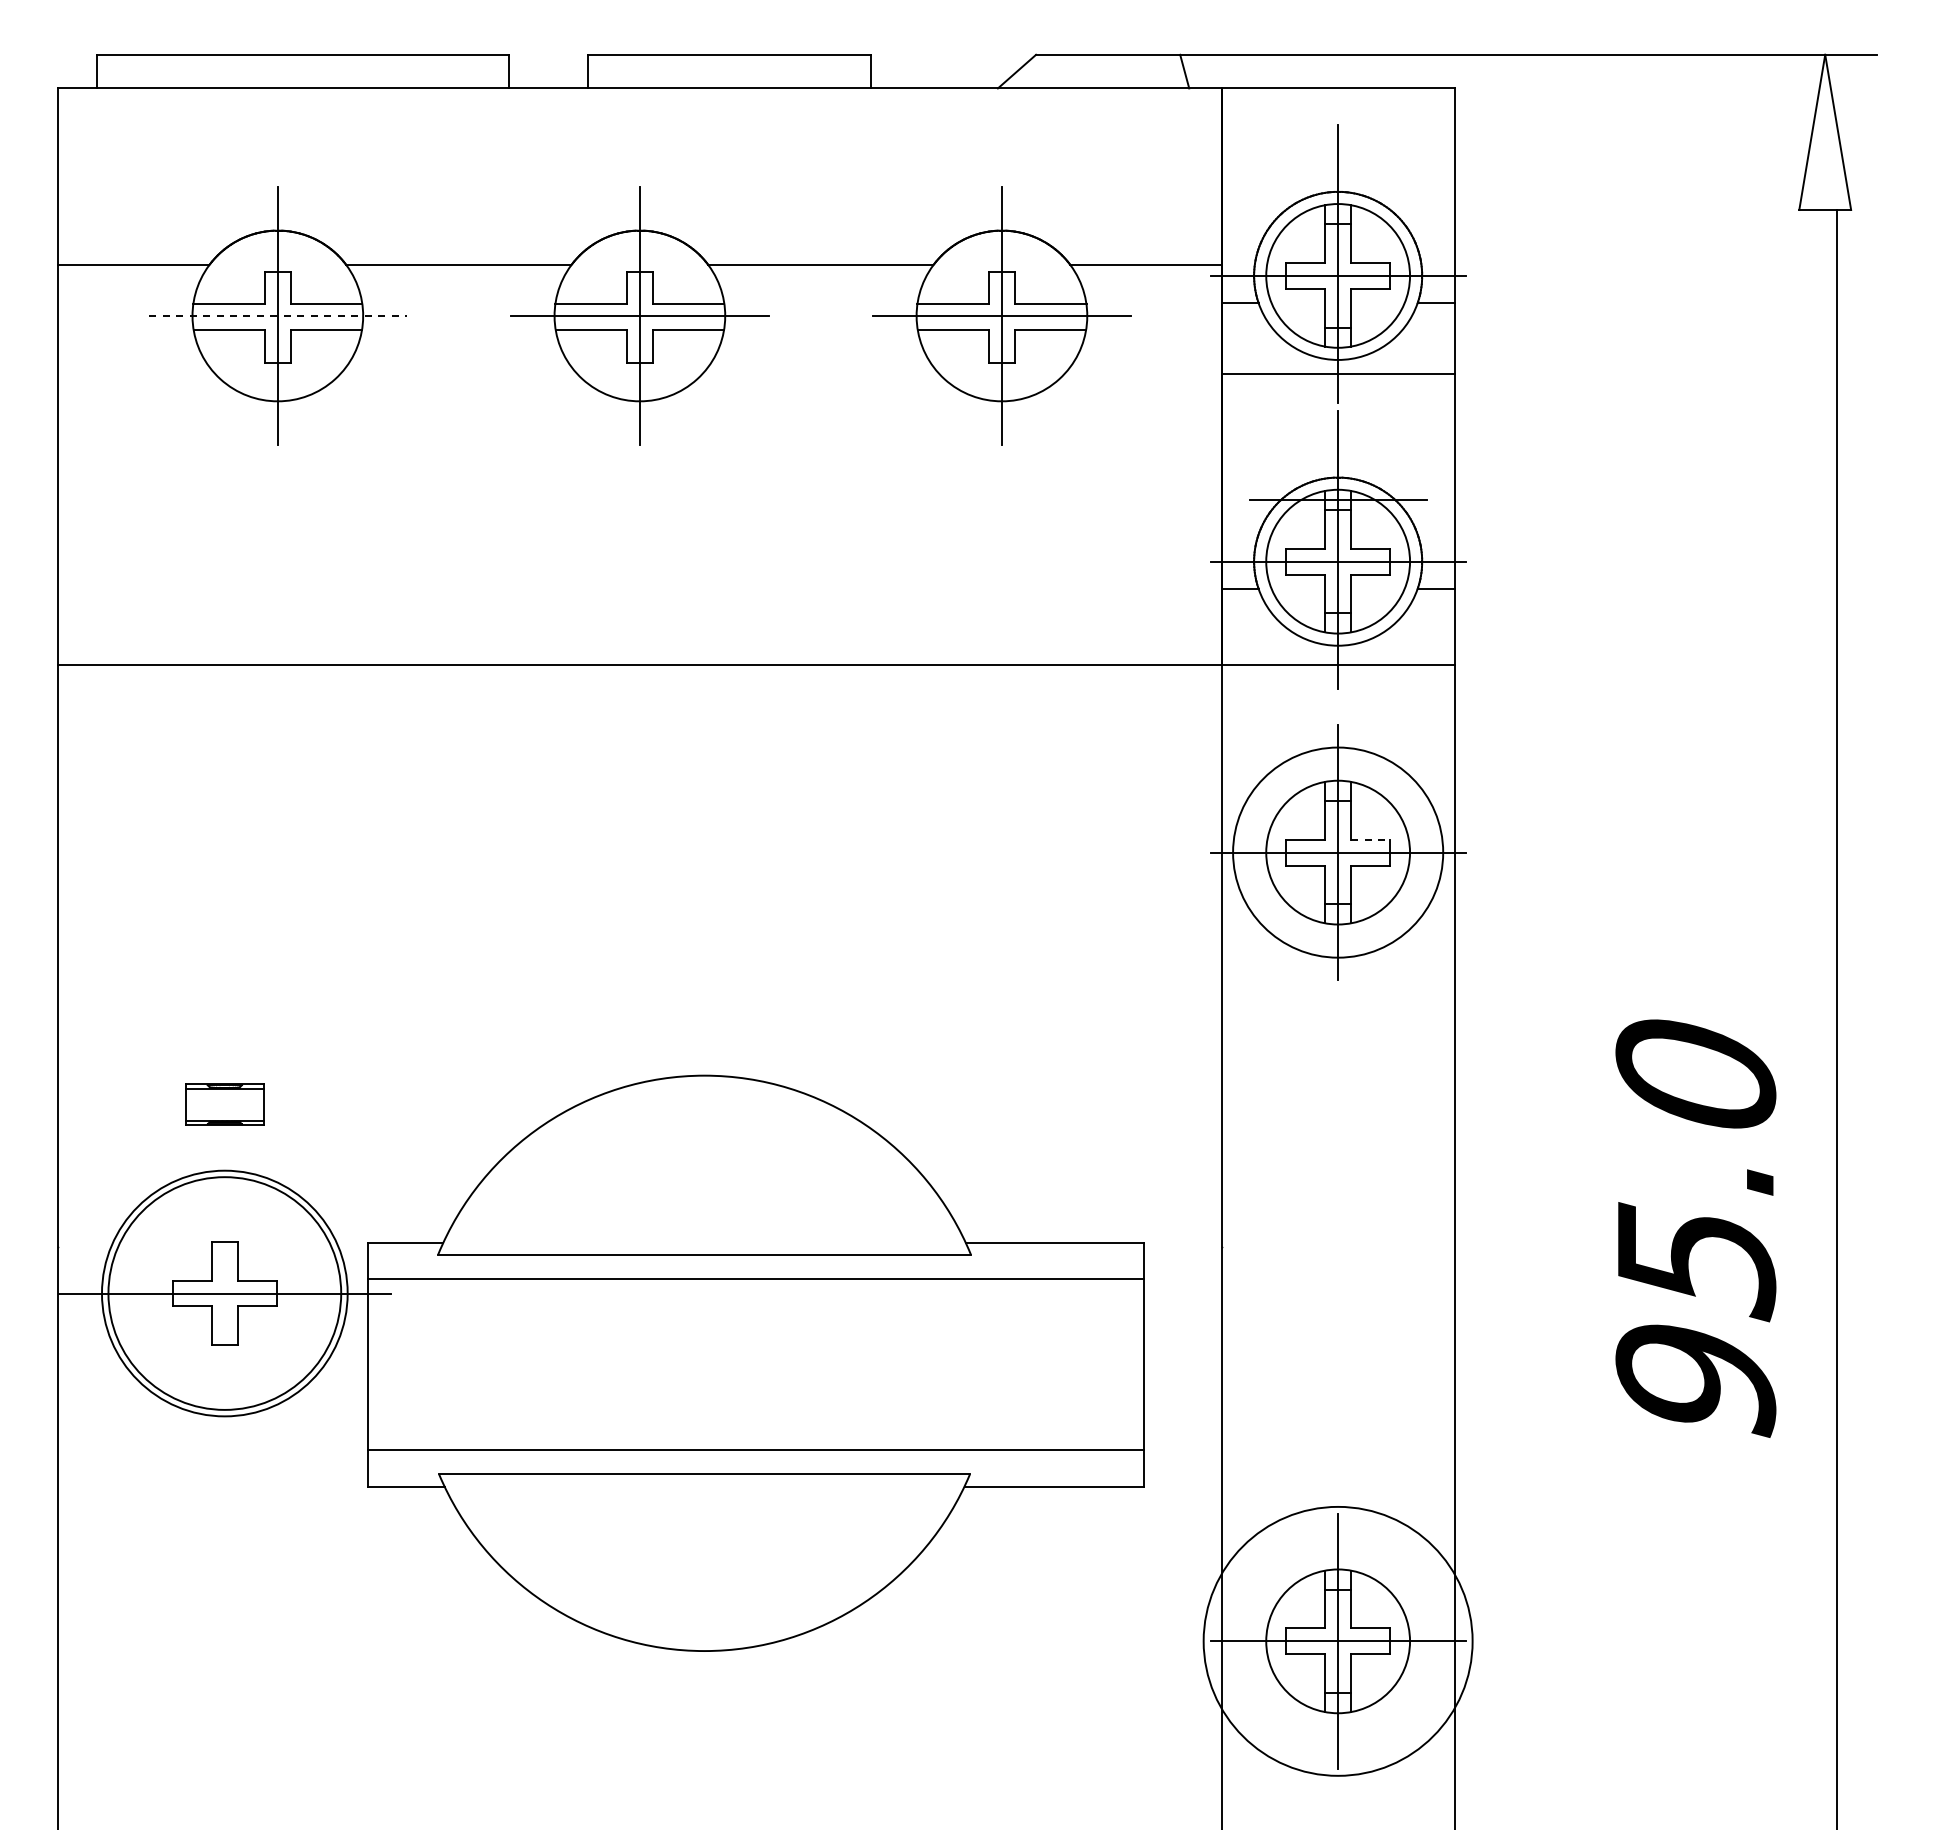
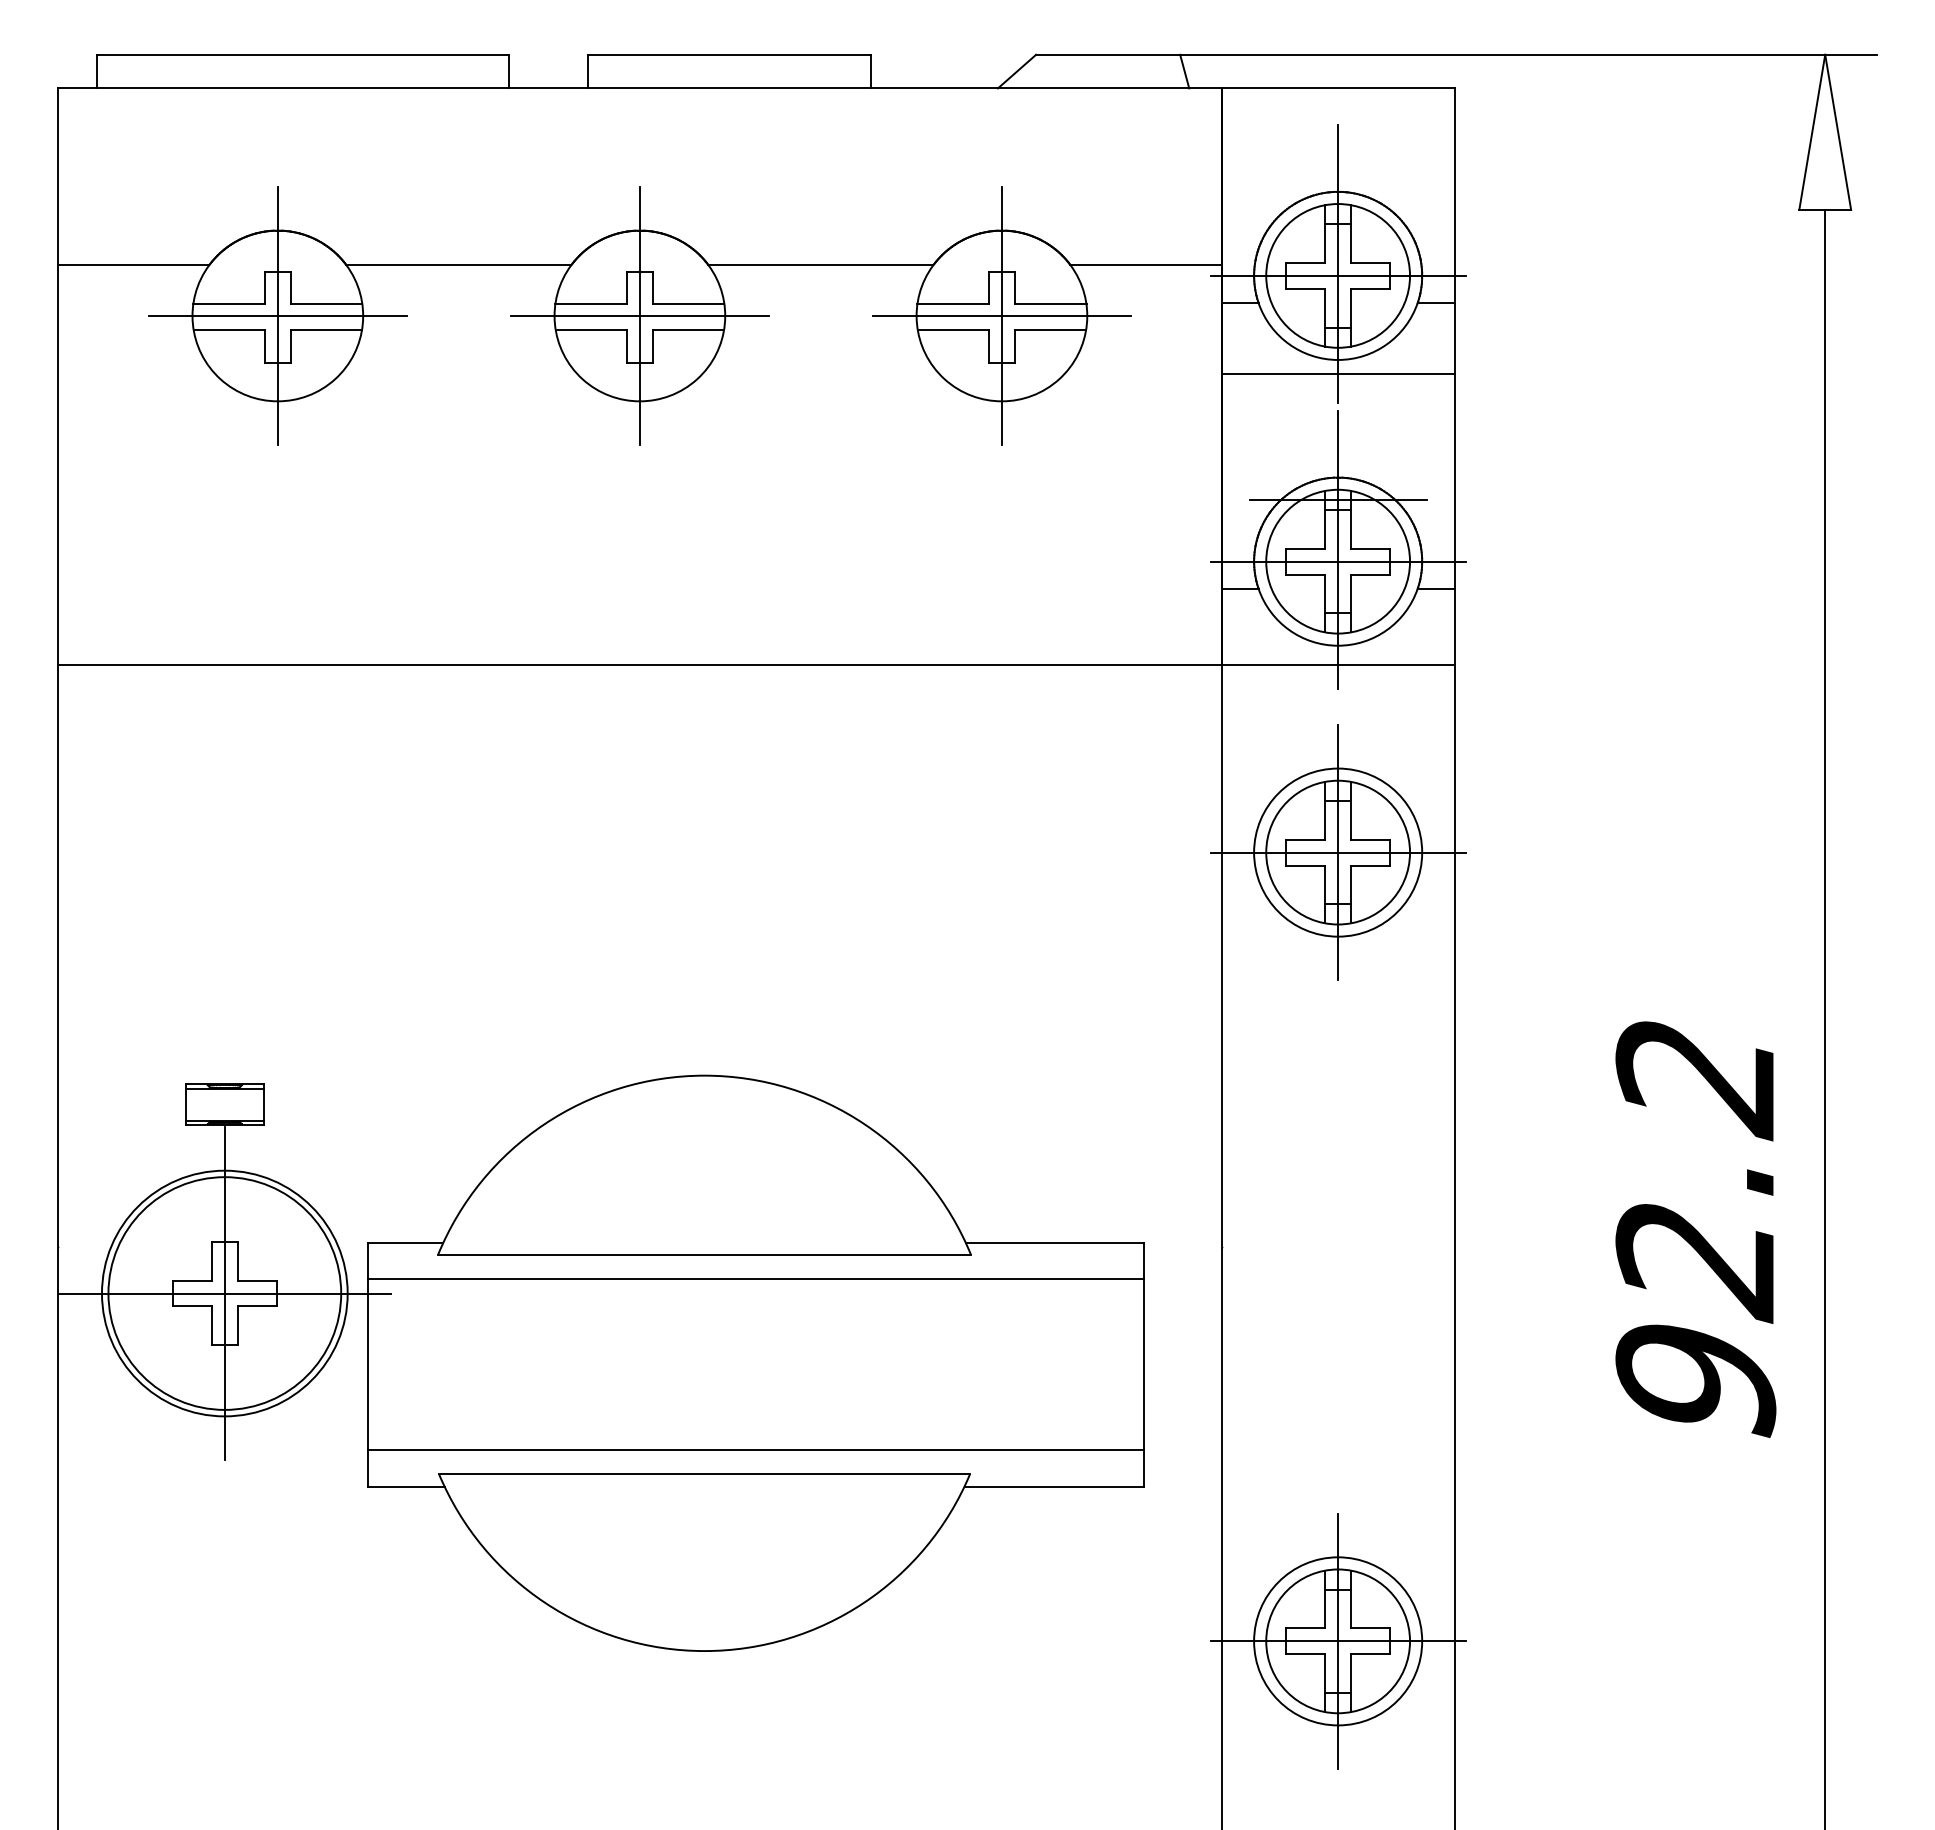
line at (277, 316): dashed -> solid
line at (1370, 839): dashed -> solid
circle at (1338, 852) diameter: 210 px -> 168 px
line at (1837, 1017) position: (1837, 1017) -> (1825, 1017)
text at (1695, 1171): 95.0 -> 92.2
line at (224, 1293): none -> present
circle at (1337, 1640) diameter: 269 px -> 168 px
